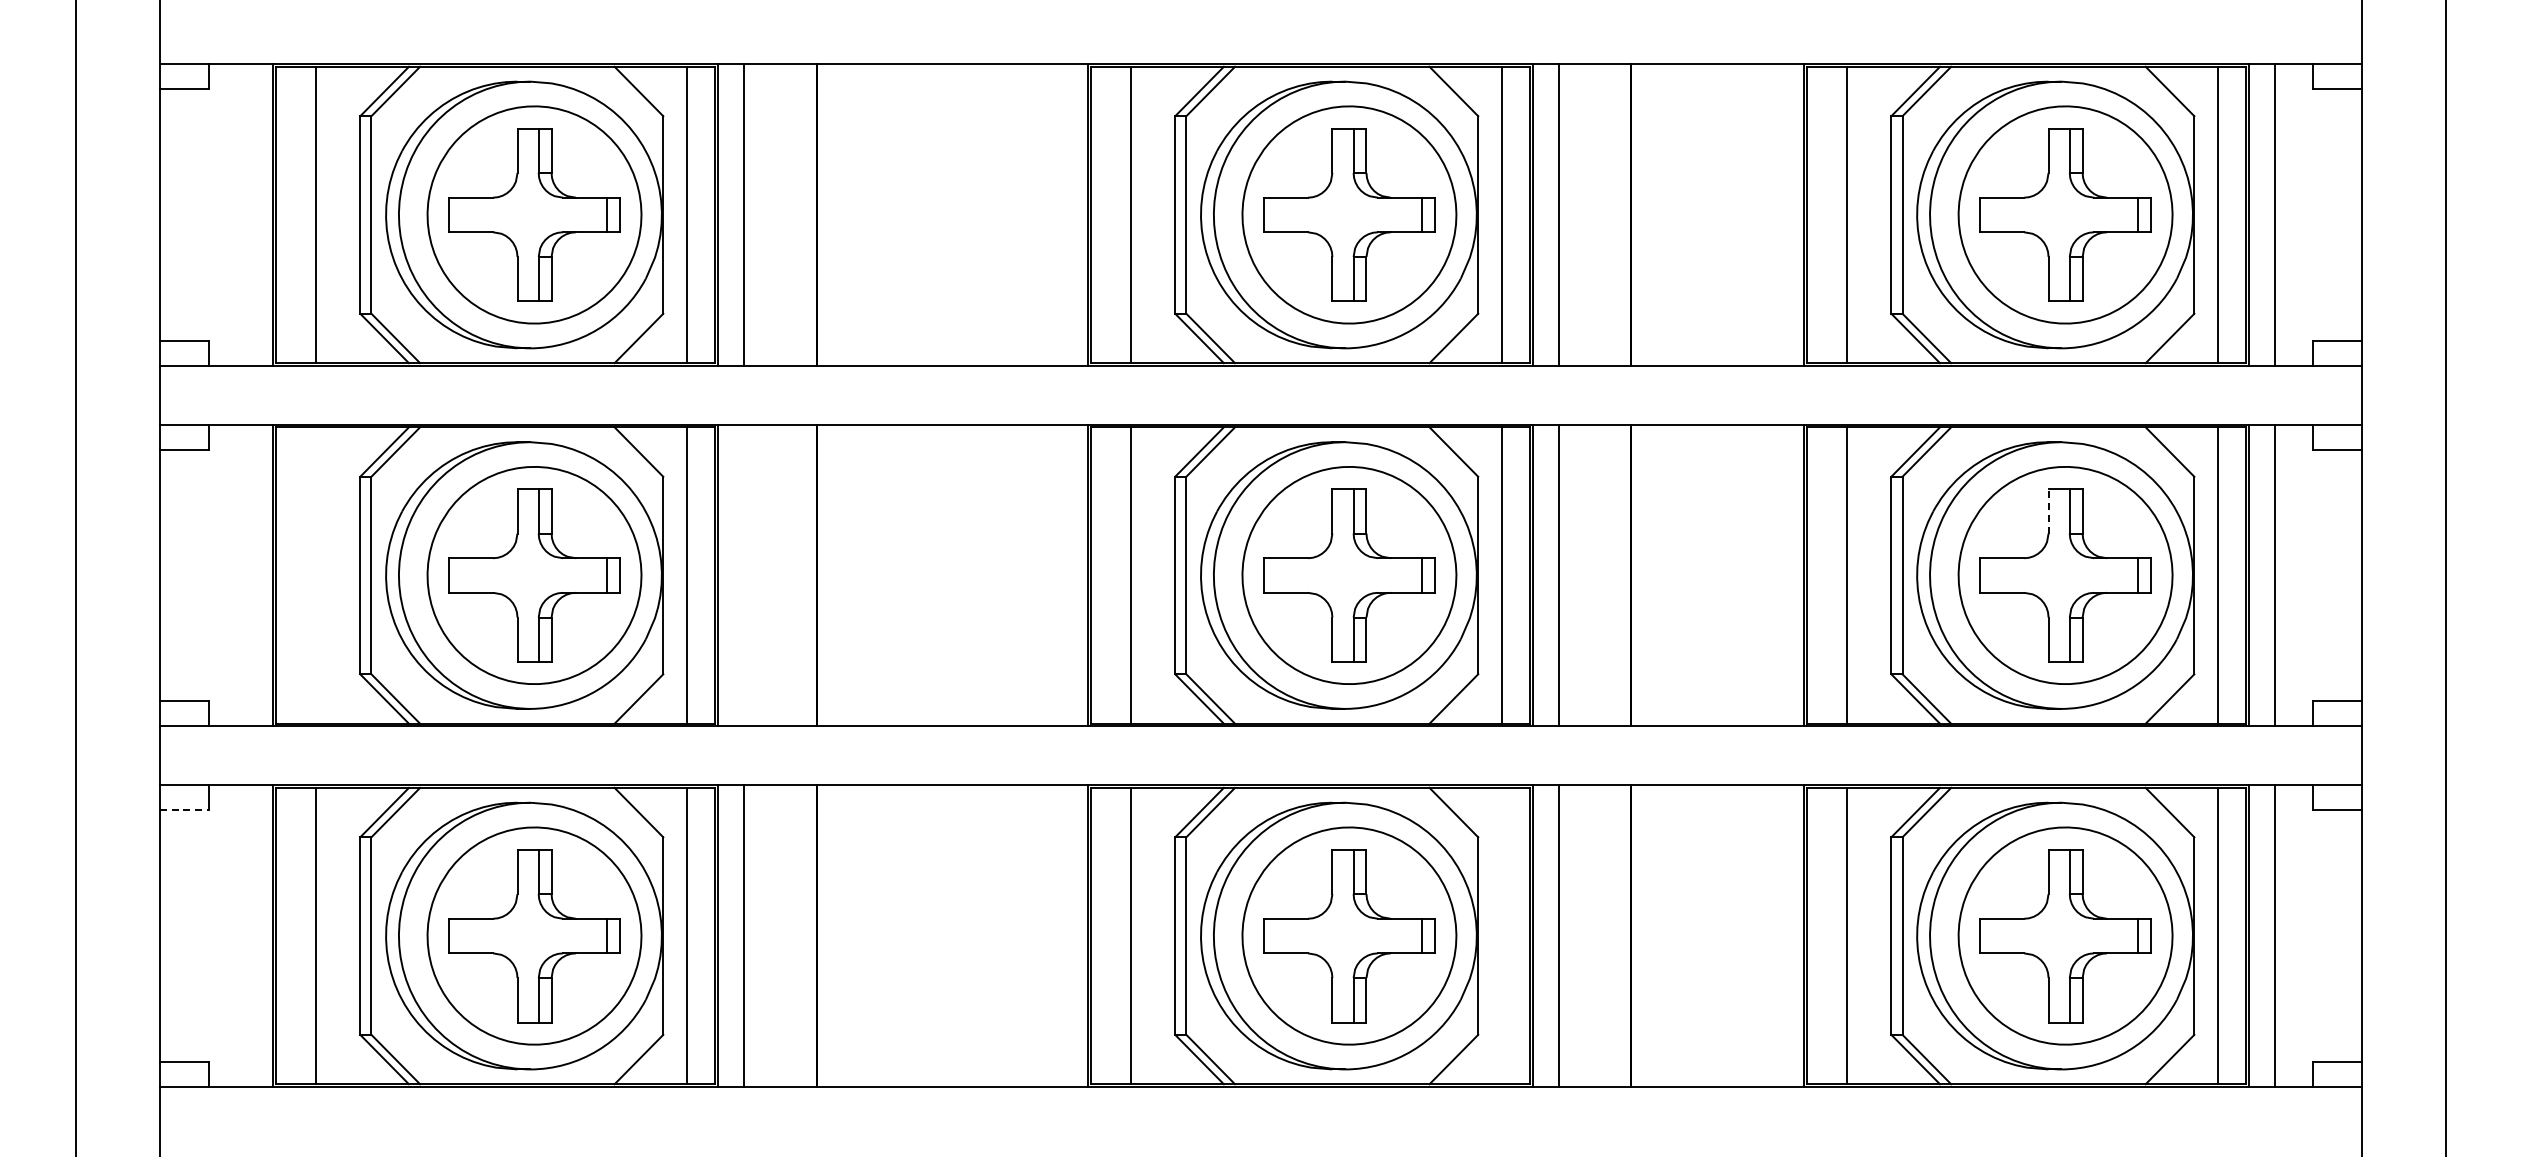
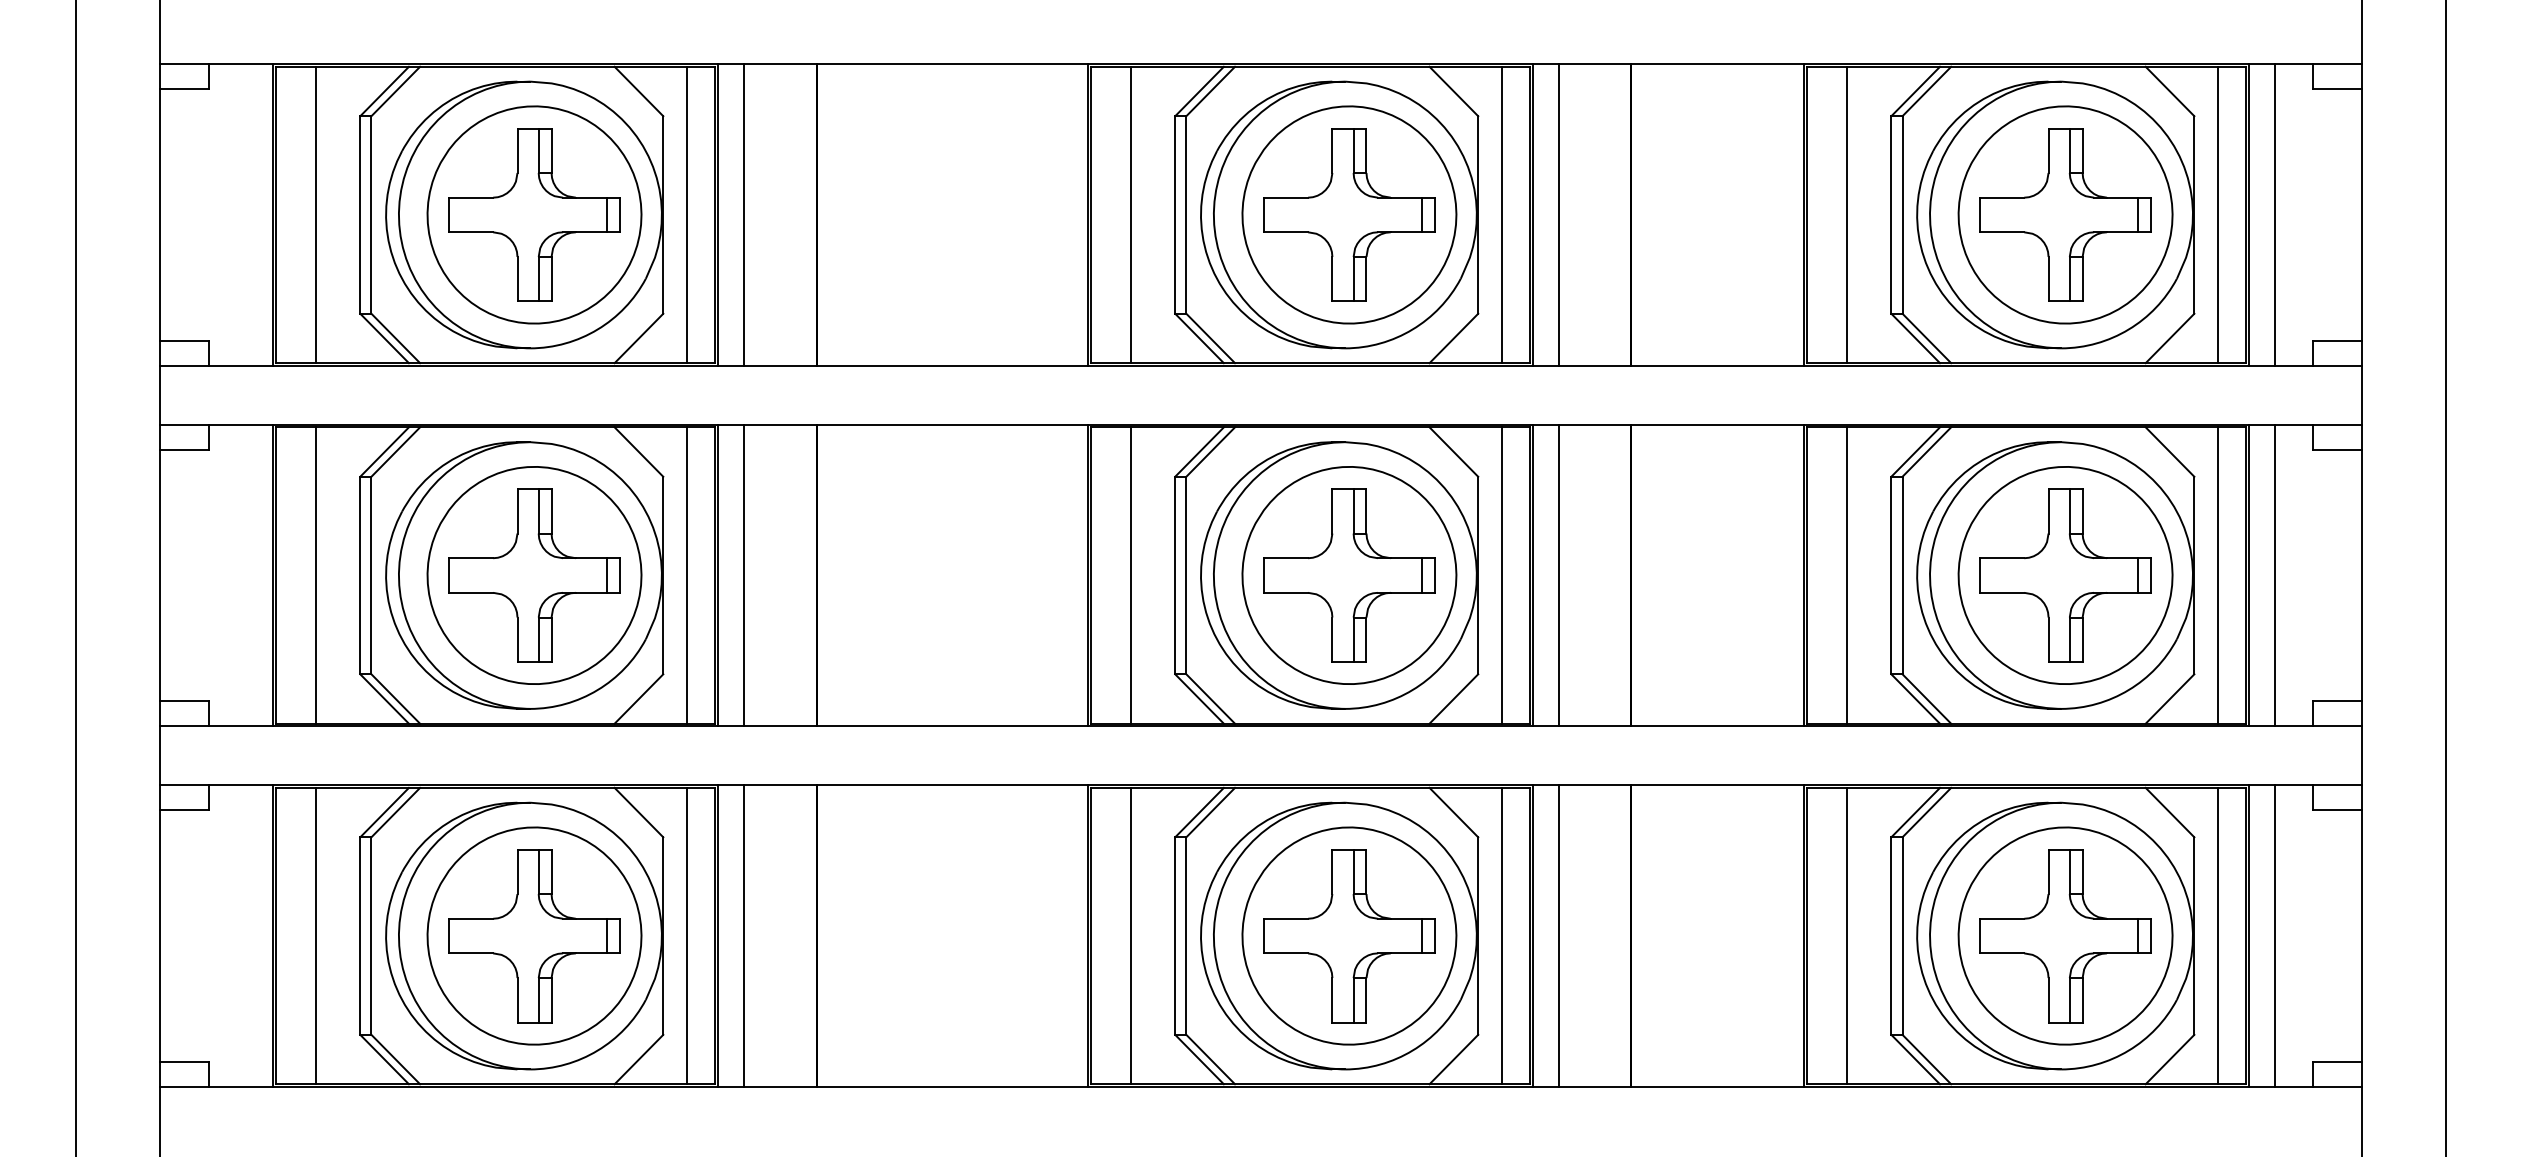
line at (2048, 510): dashed -> solid
line at (316, 575): none -> present
line at (743, 575): none -> present
line at (184, 810): dashed -> solid
line at (1501, 935): none -> present
